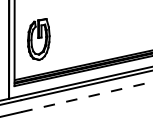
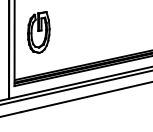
part at (38, 39) position: (38, 39) -> (38, 32)
line at (87, 96): dashed -> solid
